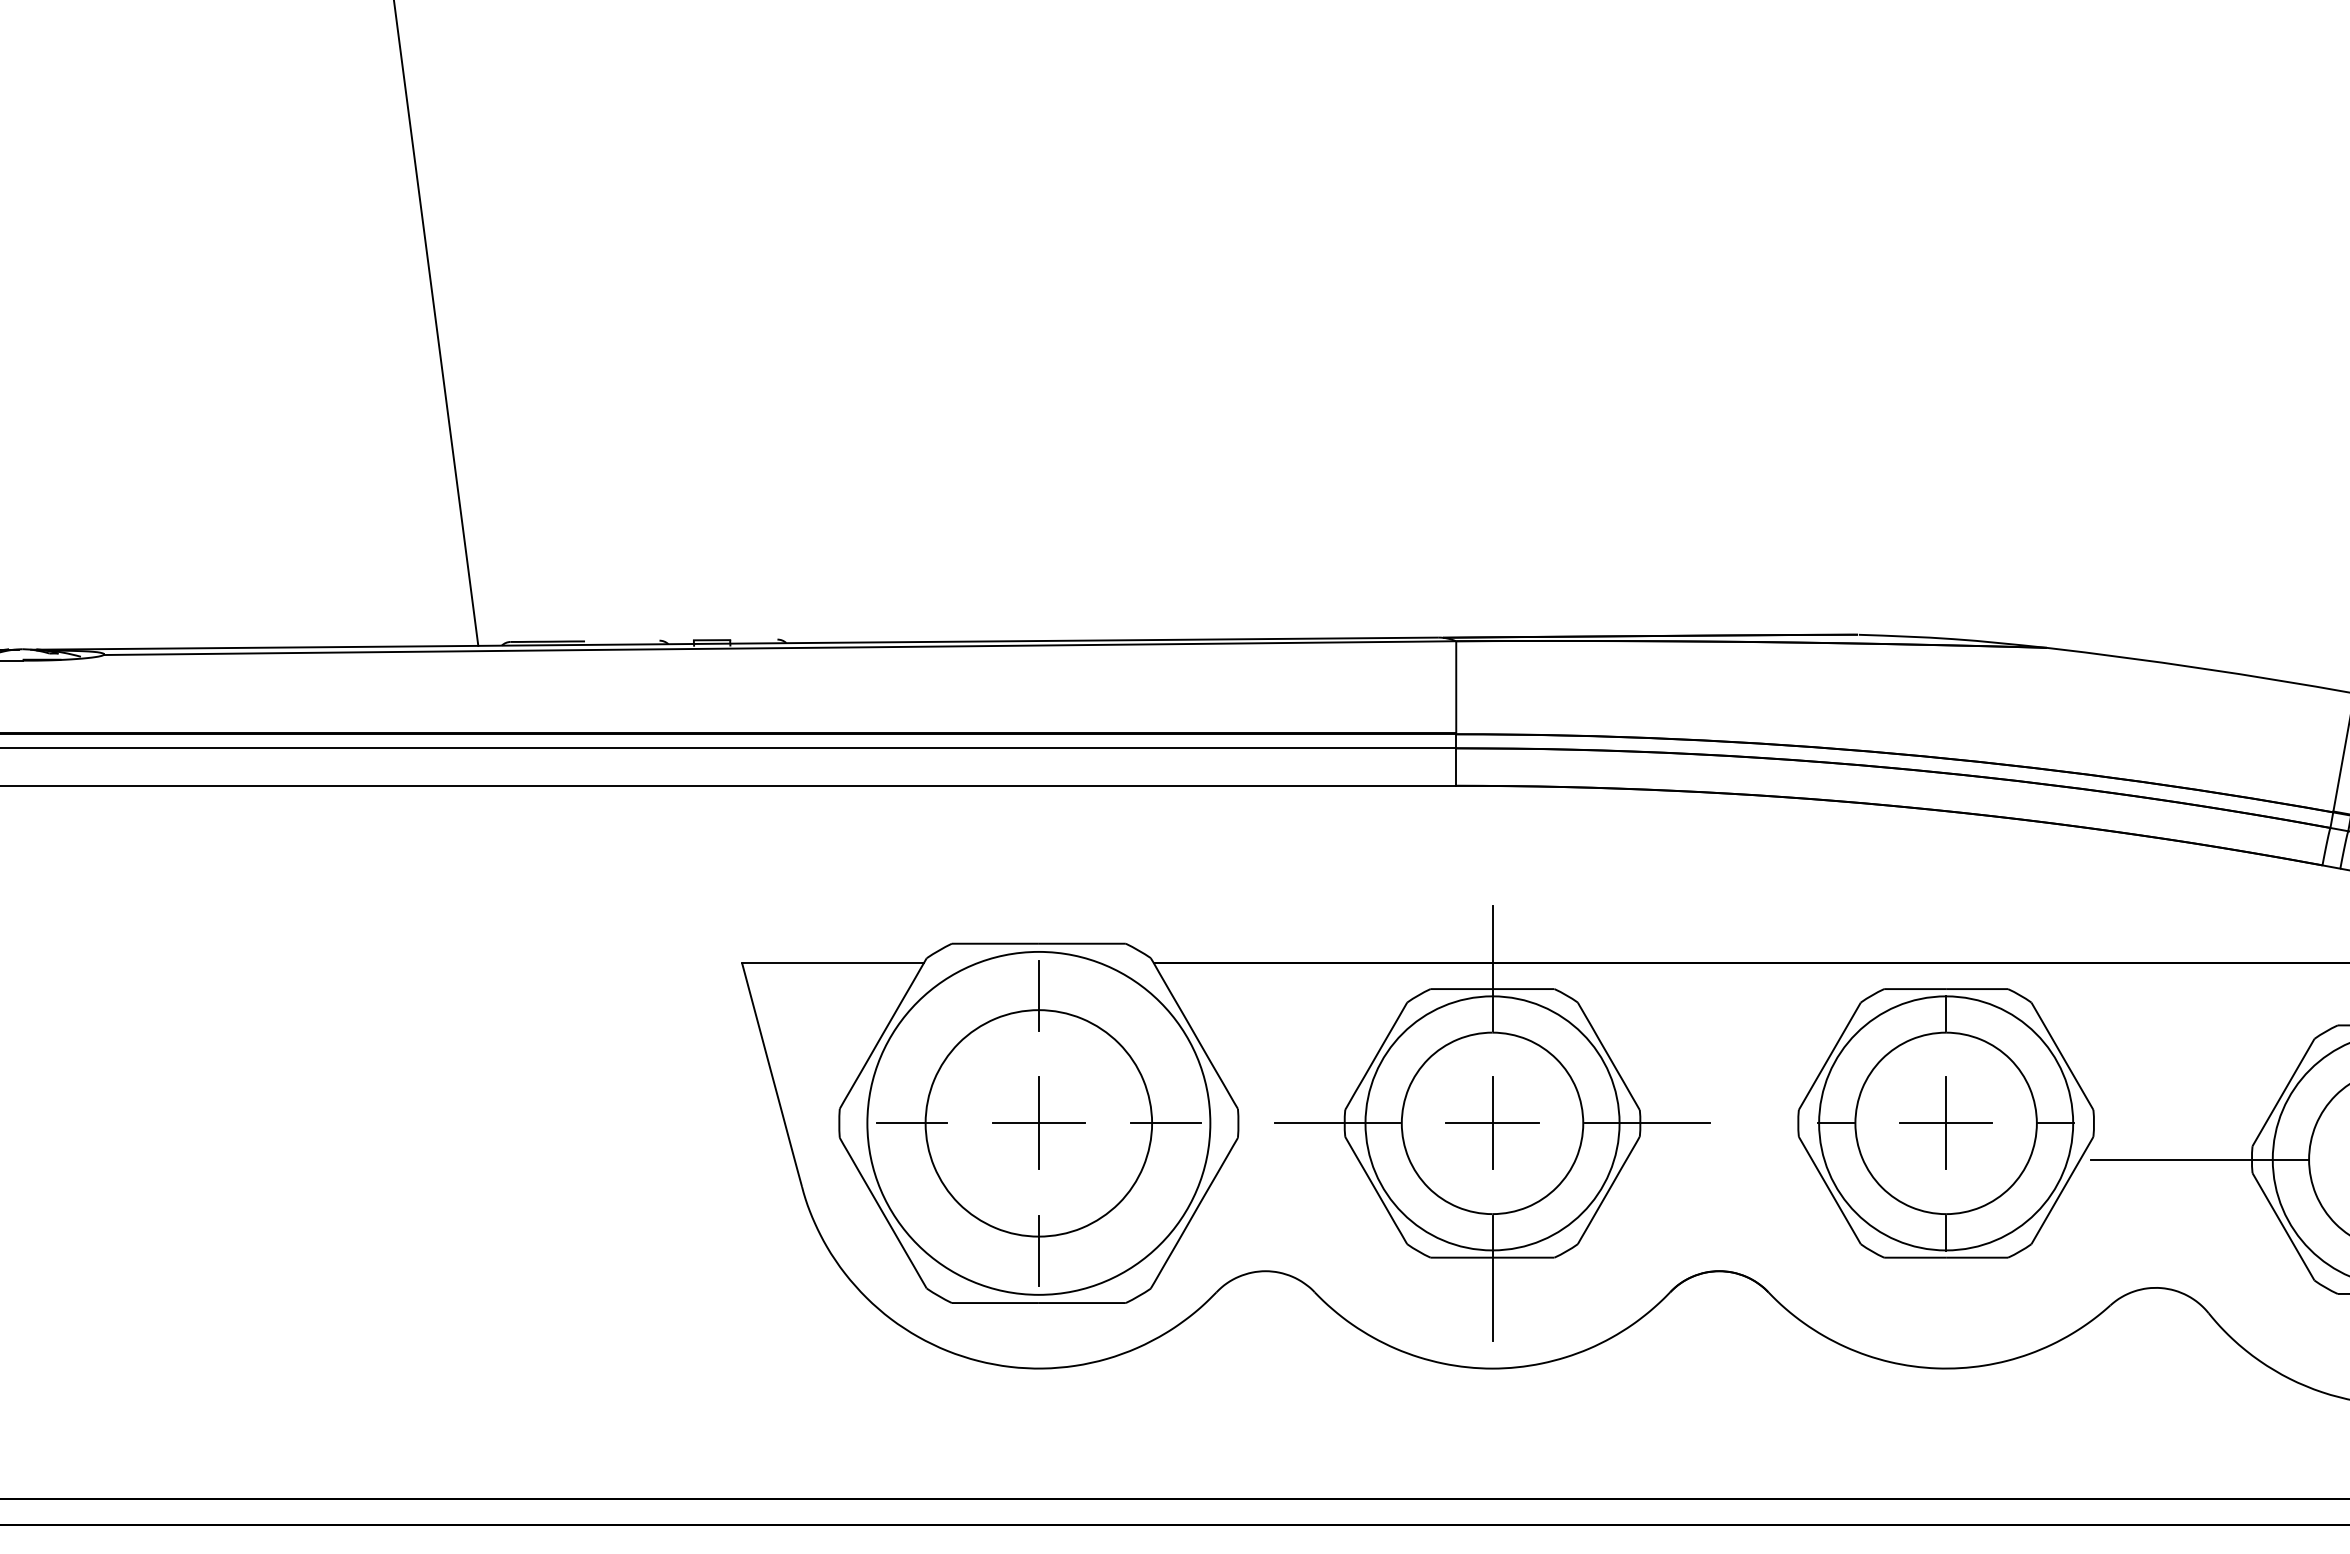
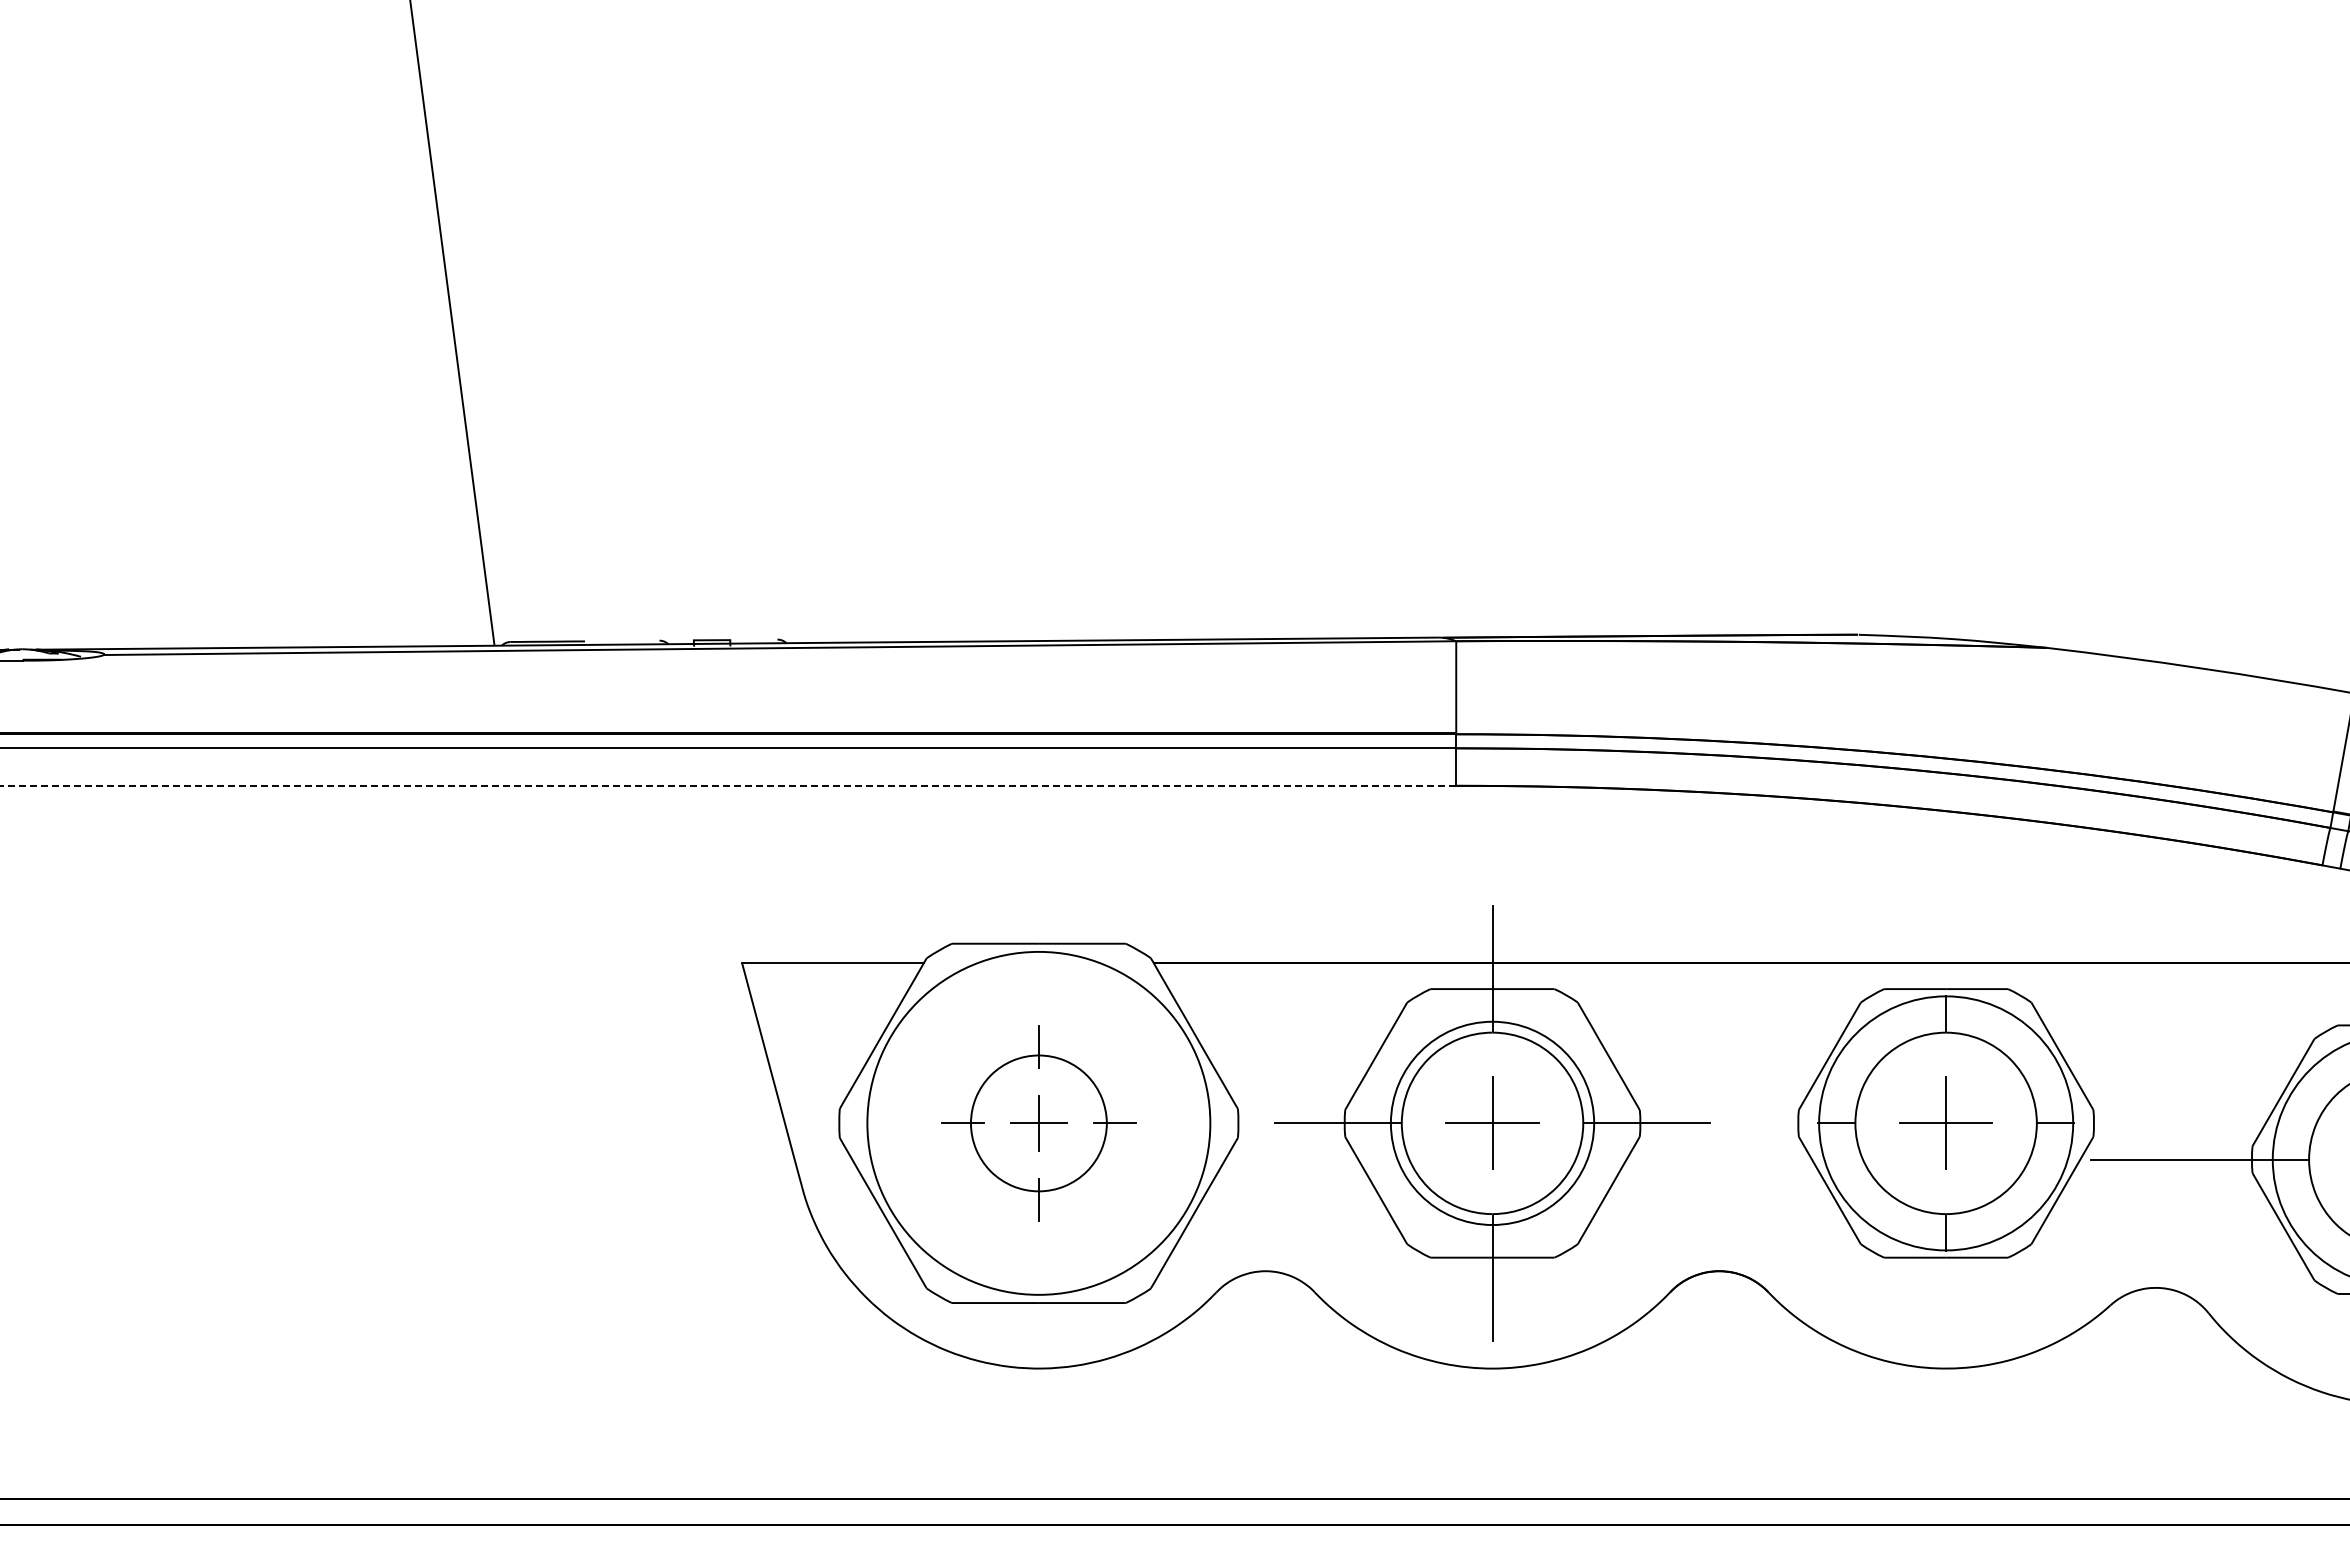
line at (436, 323) position: (436, 323) -> (452, 322)
line at (728, 785): solid -> dashed
part at (1038, 1123) size: 326x327 px -> 196x197 px
circle at (1492, 1123) diameter: 254 px -> 203 px
